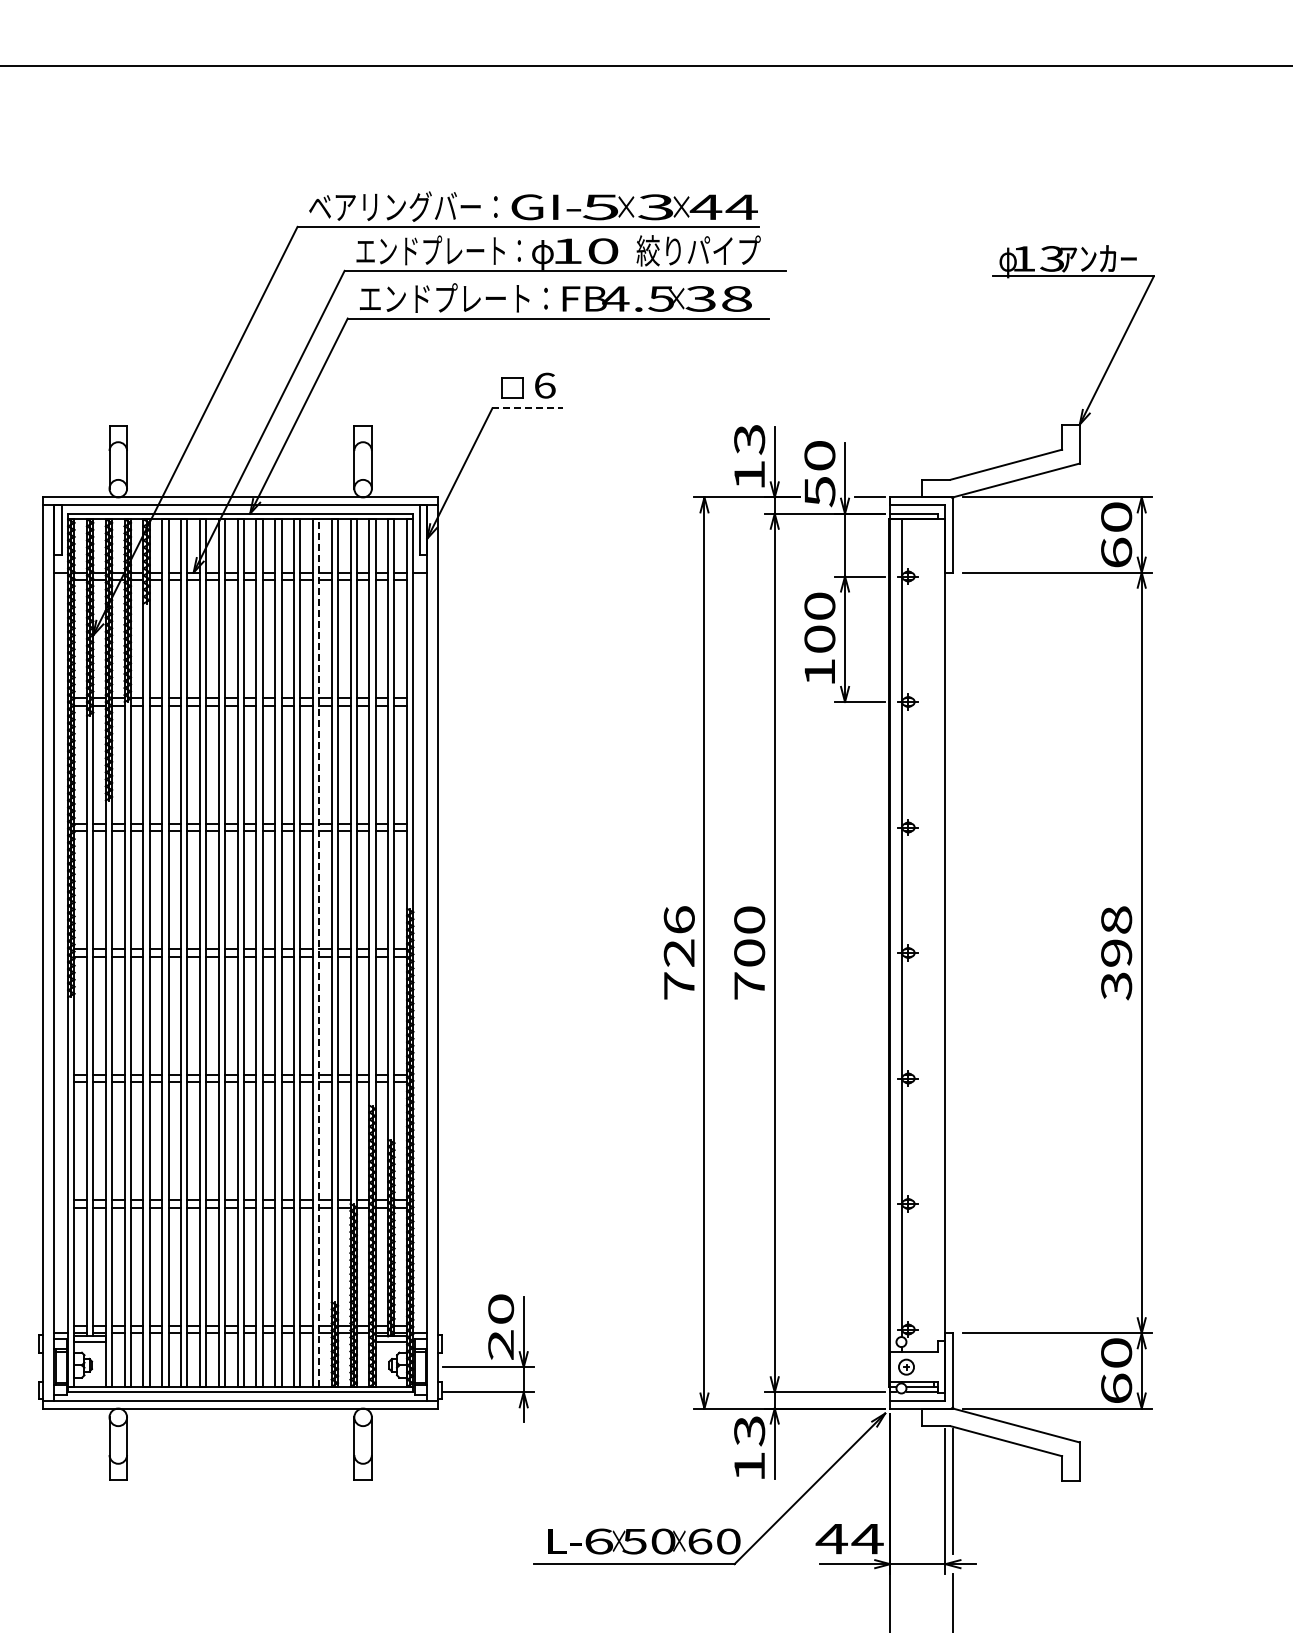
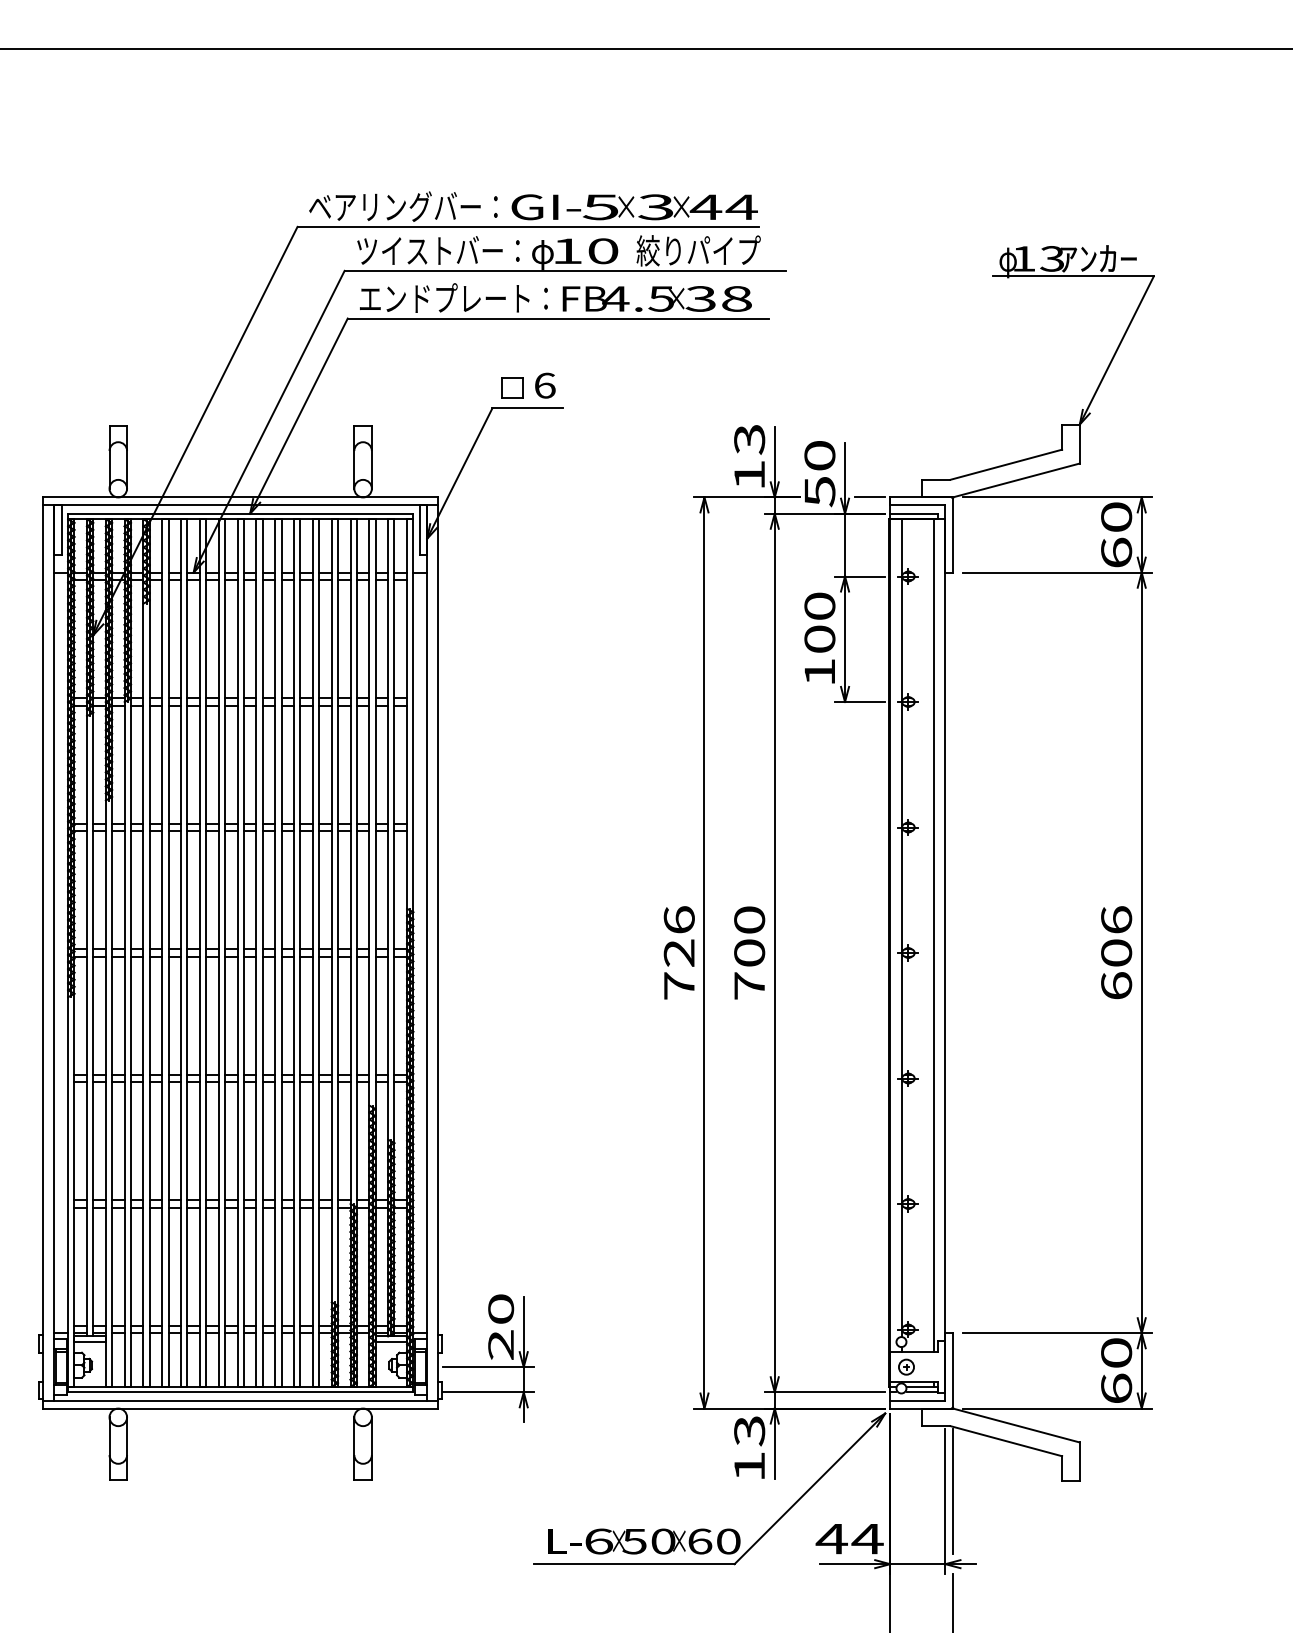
line at (645, 65) position: (645, 65) -> (645, 48)
text at (438, 250): エンドプレート： -> ツイストバー：
line at (528, 408): dashed -> solid
line at (933, 935): none -> present
line at (319, 953): dashed -> solid
text at (1116, 953): 398 -> 606
